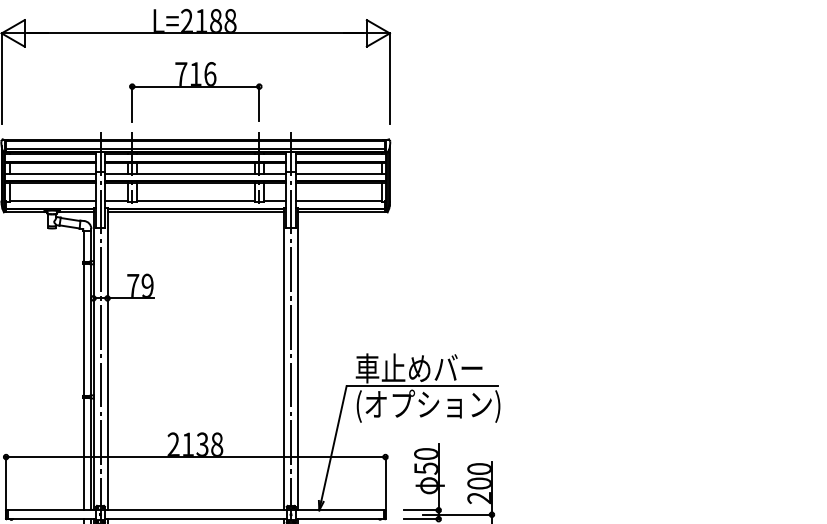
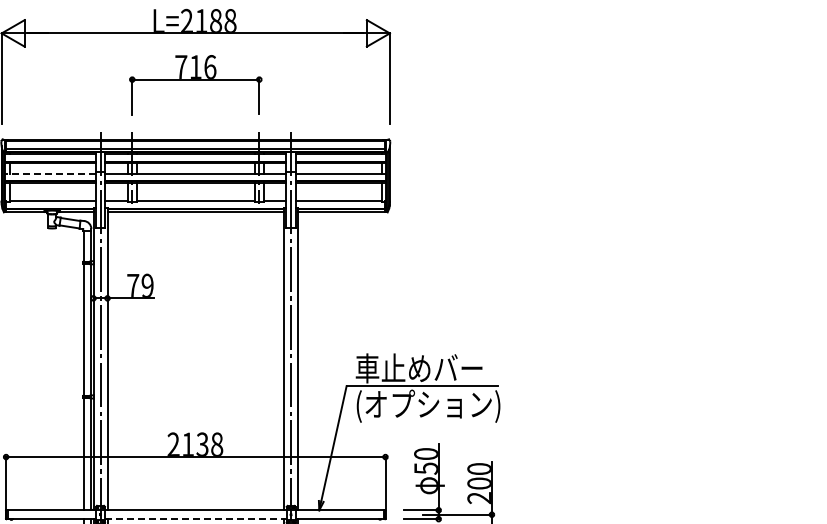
part at (195, 92) position: (195, 92) -> (195, 85)
line at (49, 173): solid -> dashed
line at (195, 519): solid -> dashed
